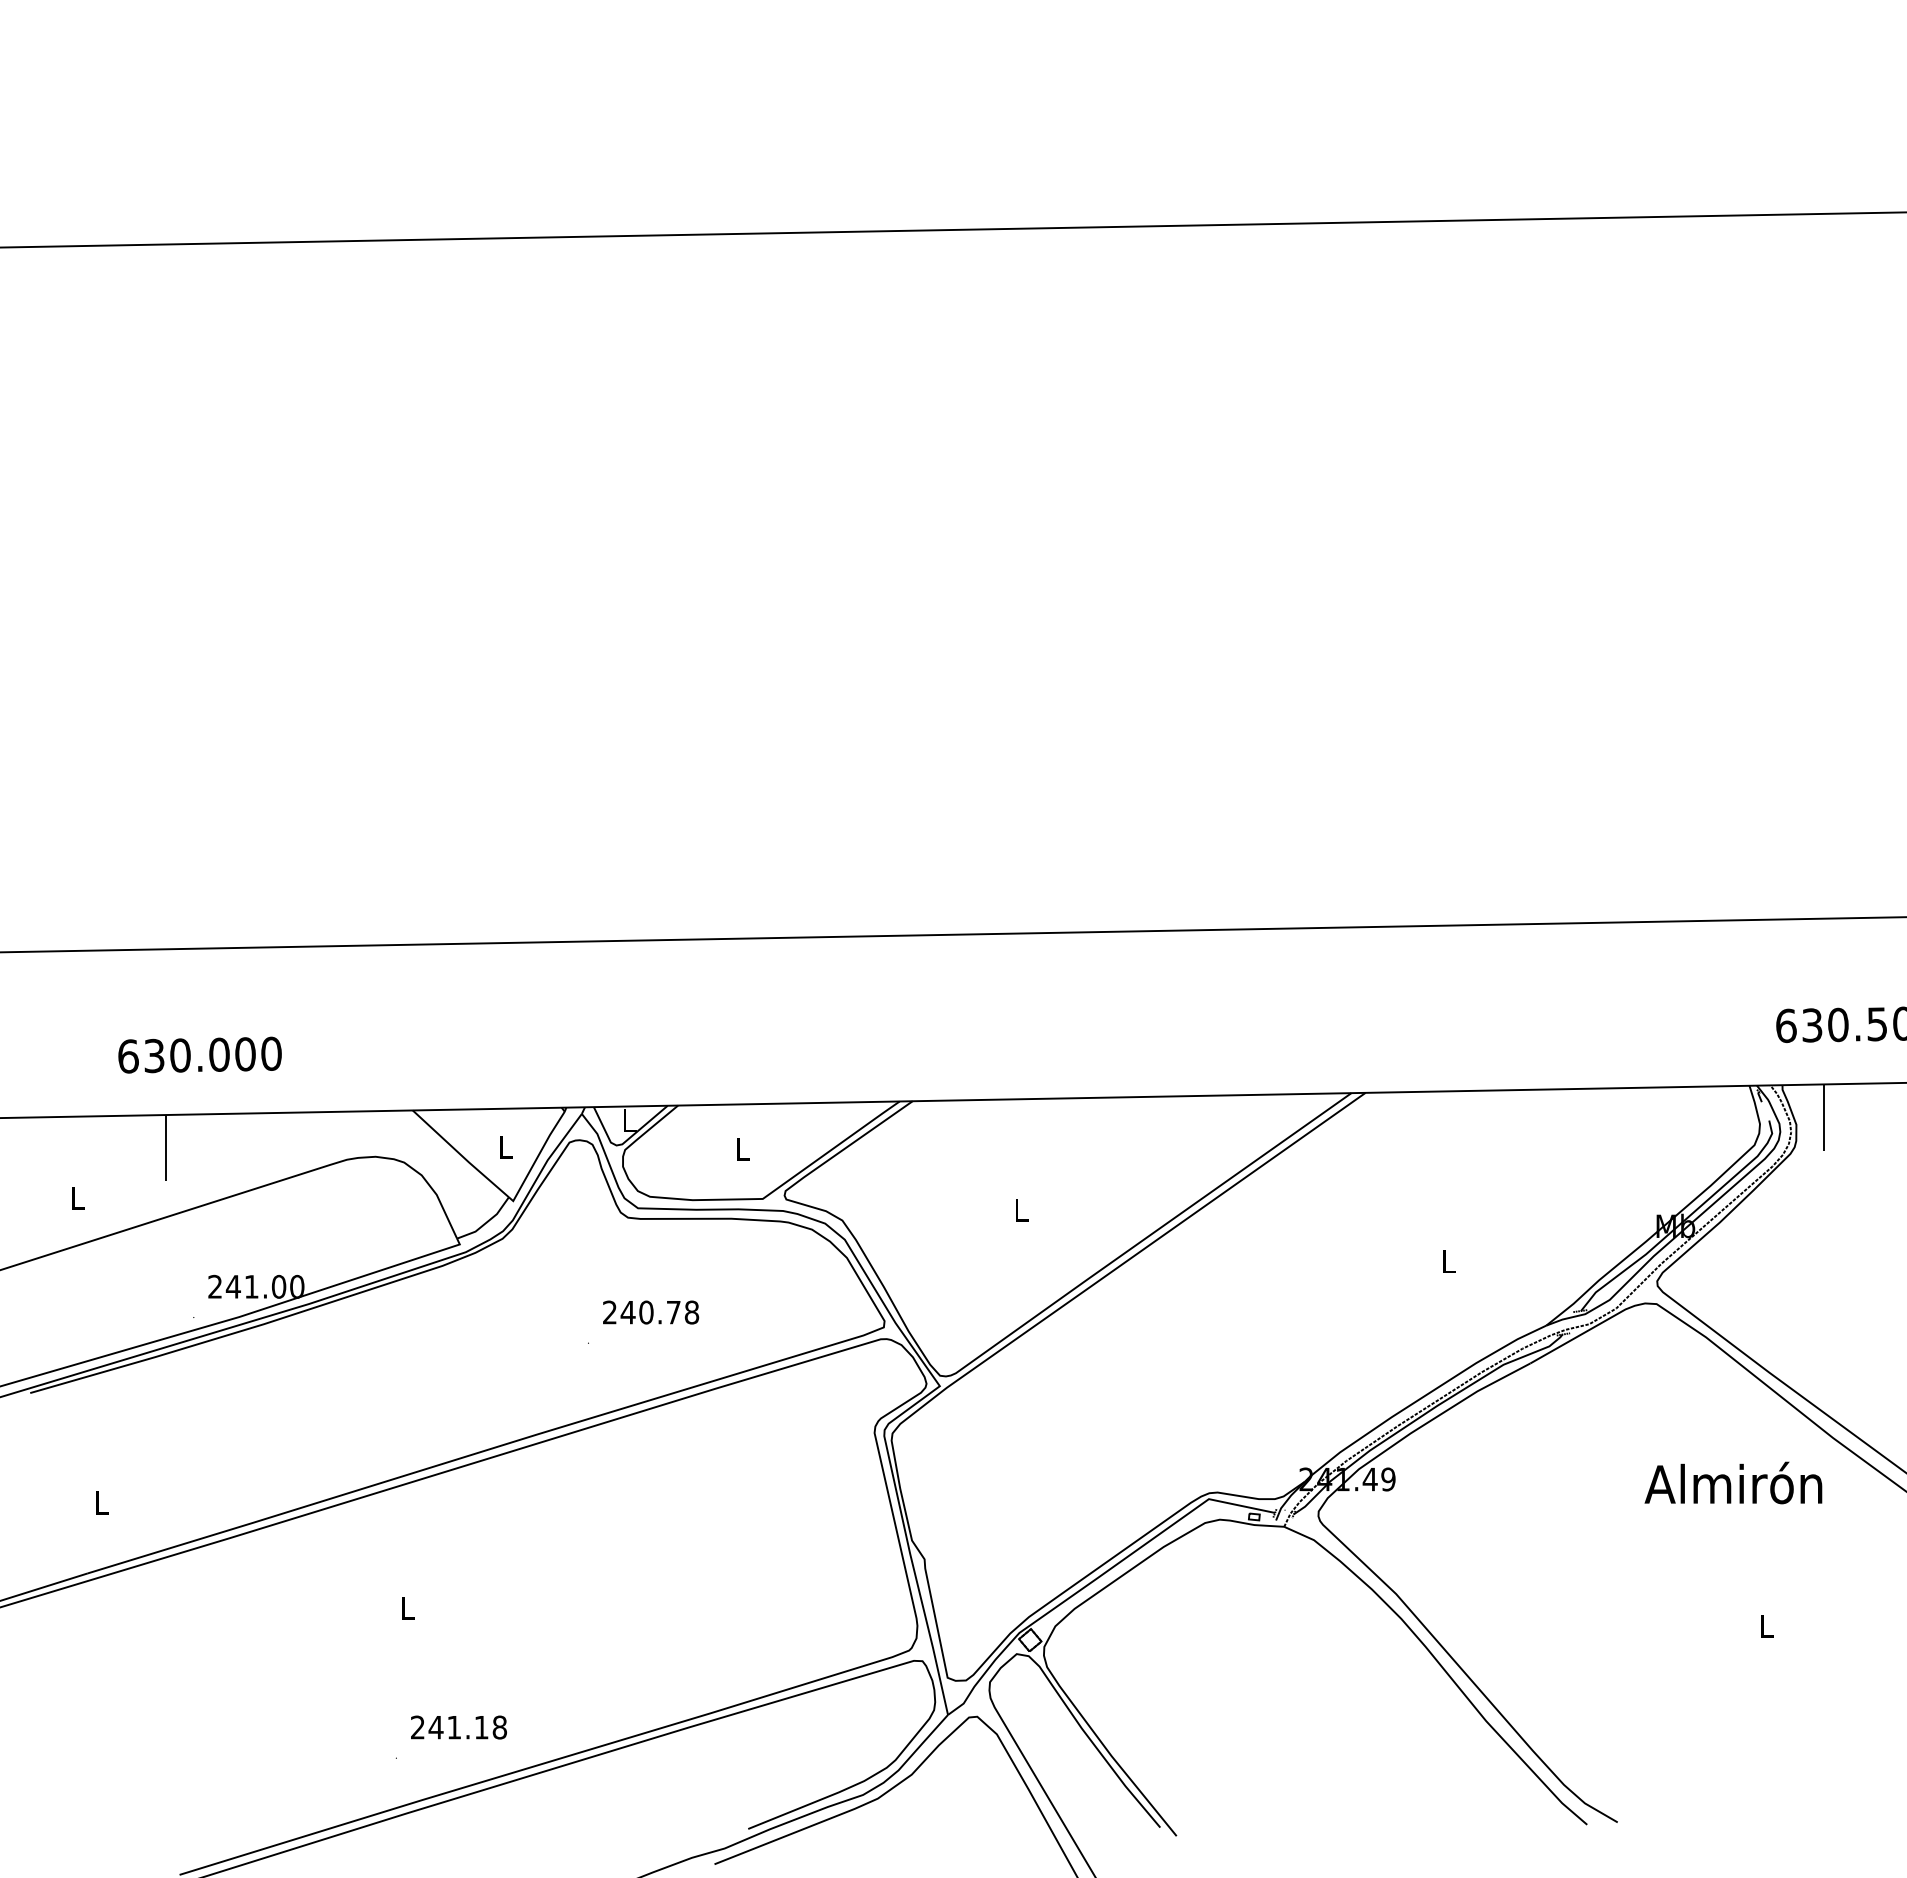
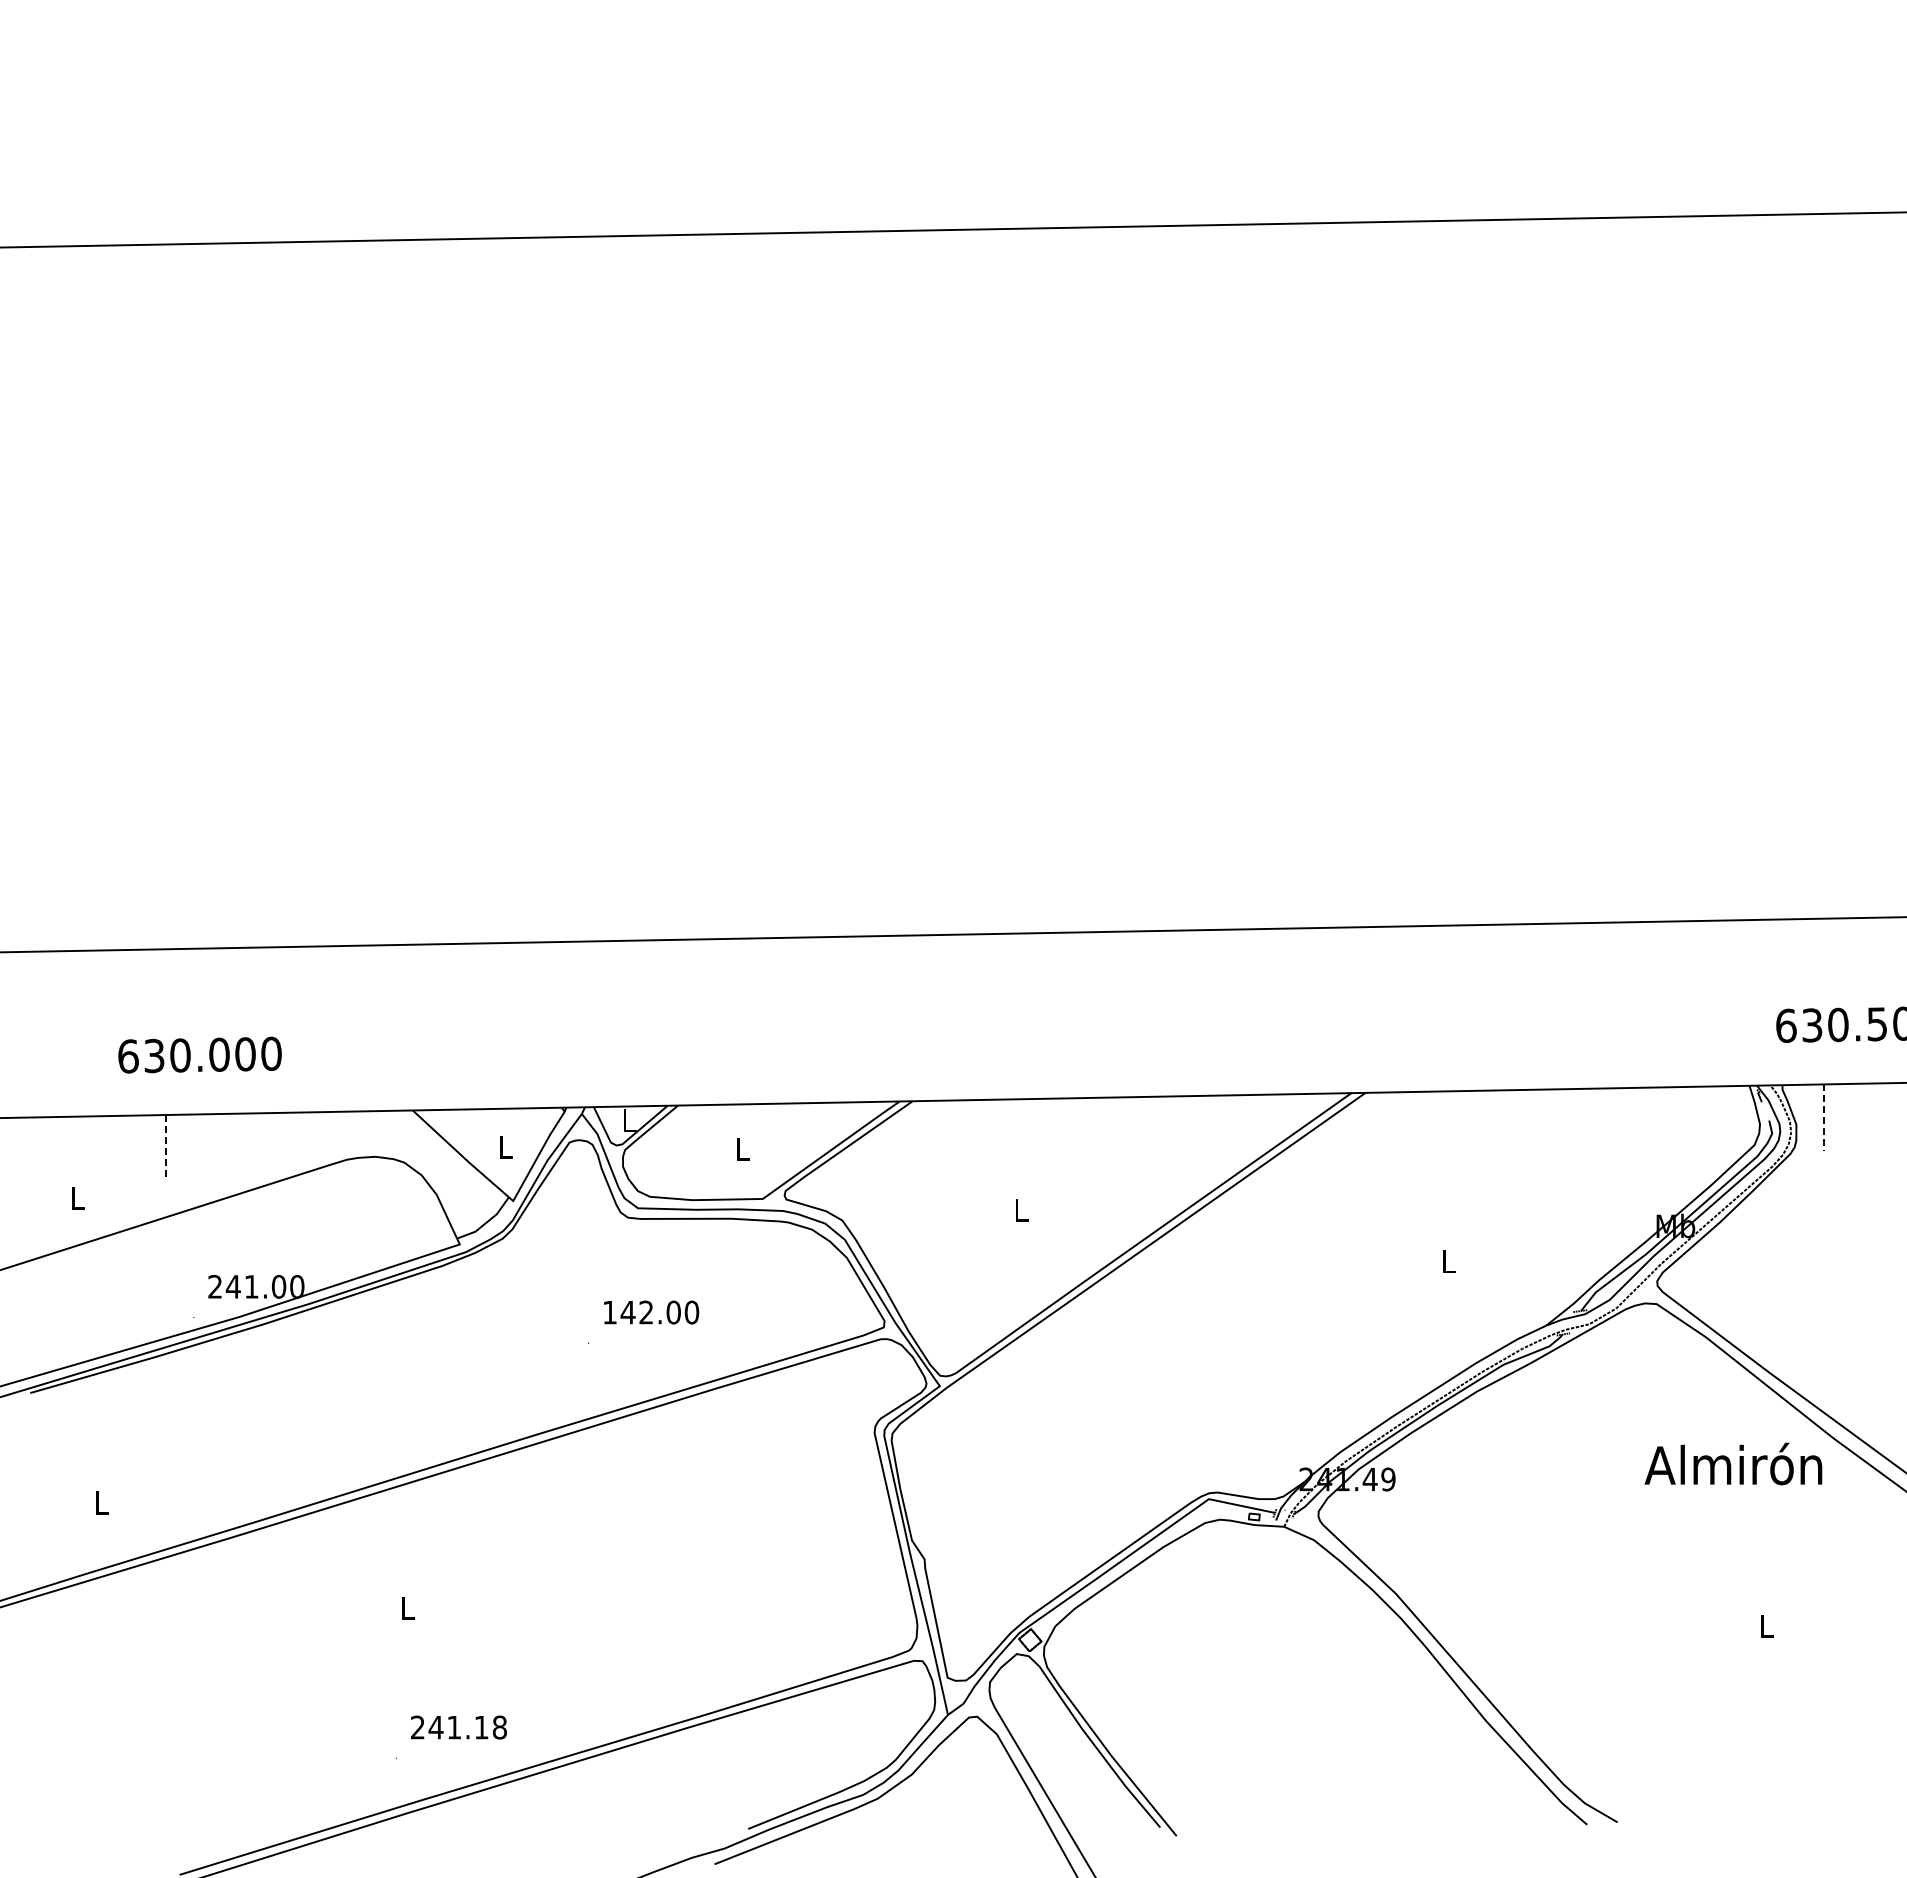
line at (1823, 1118): solid -> dashed
line at (165, 1148): solid -> dashed
text at (651, 1312): 240.78 -> 142.00
text at (1733, 1482) position: (1733, 1482) -> (1733, 1463)
